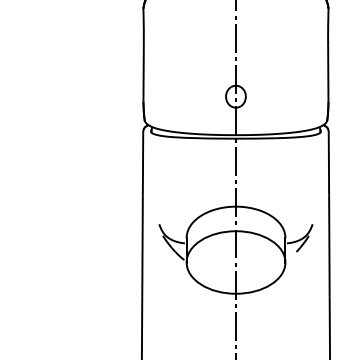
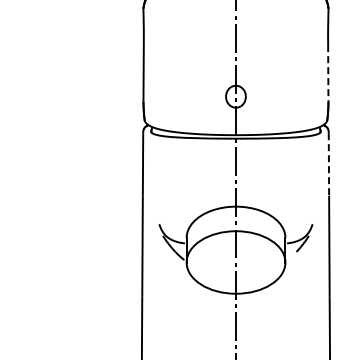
line at (328, 73): solid -> dashed
line at (328, 164): solid -> dashed
